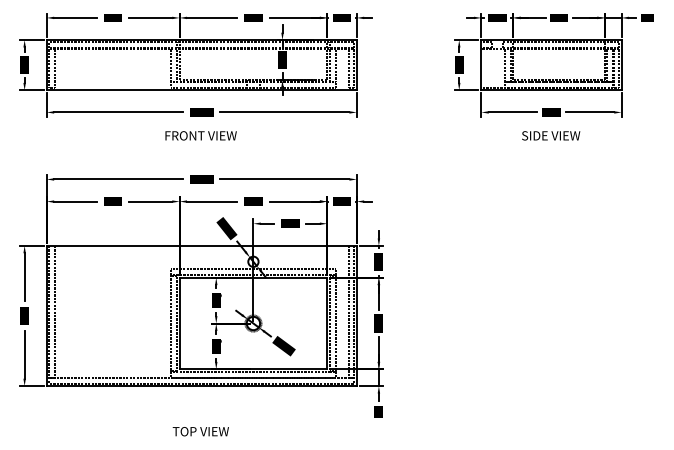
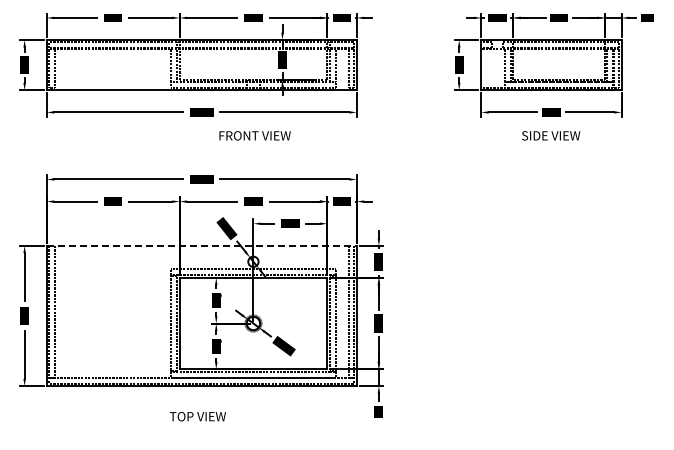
text at (200, 135) position: (200, 135) -> (254, 135)
line at (201, 245): solid -> dashed
text at (200, 431) position: (200, 431) -> (197, 416)
